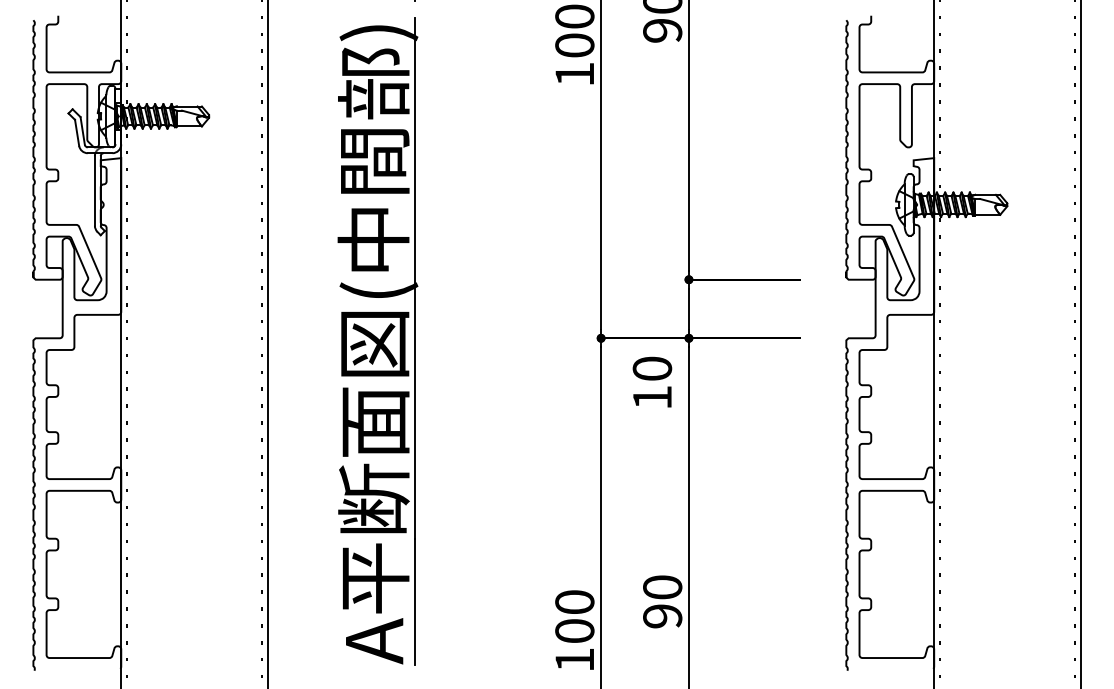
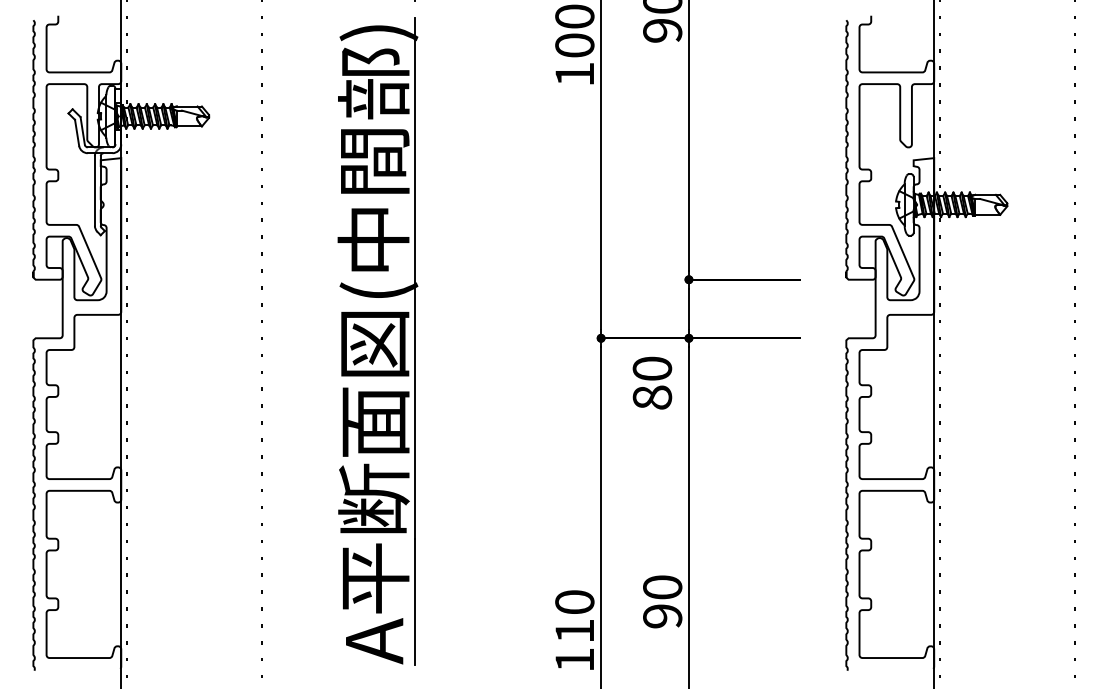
line at (267, 343): present -> none
line at (1080, 343): present -> none
text at (652, 397): 10 -> 80
text at (574, 630): 100 -> 110
